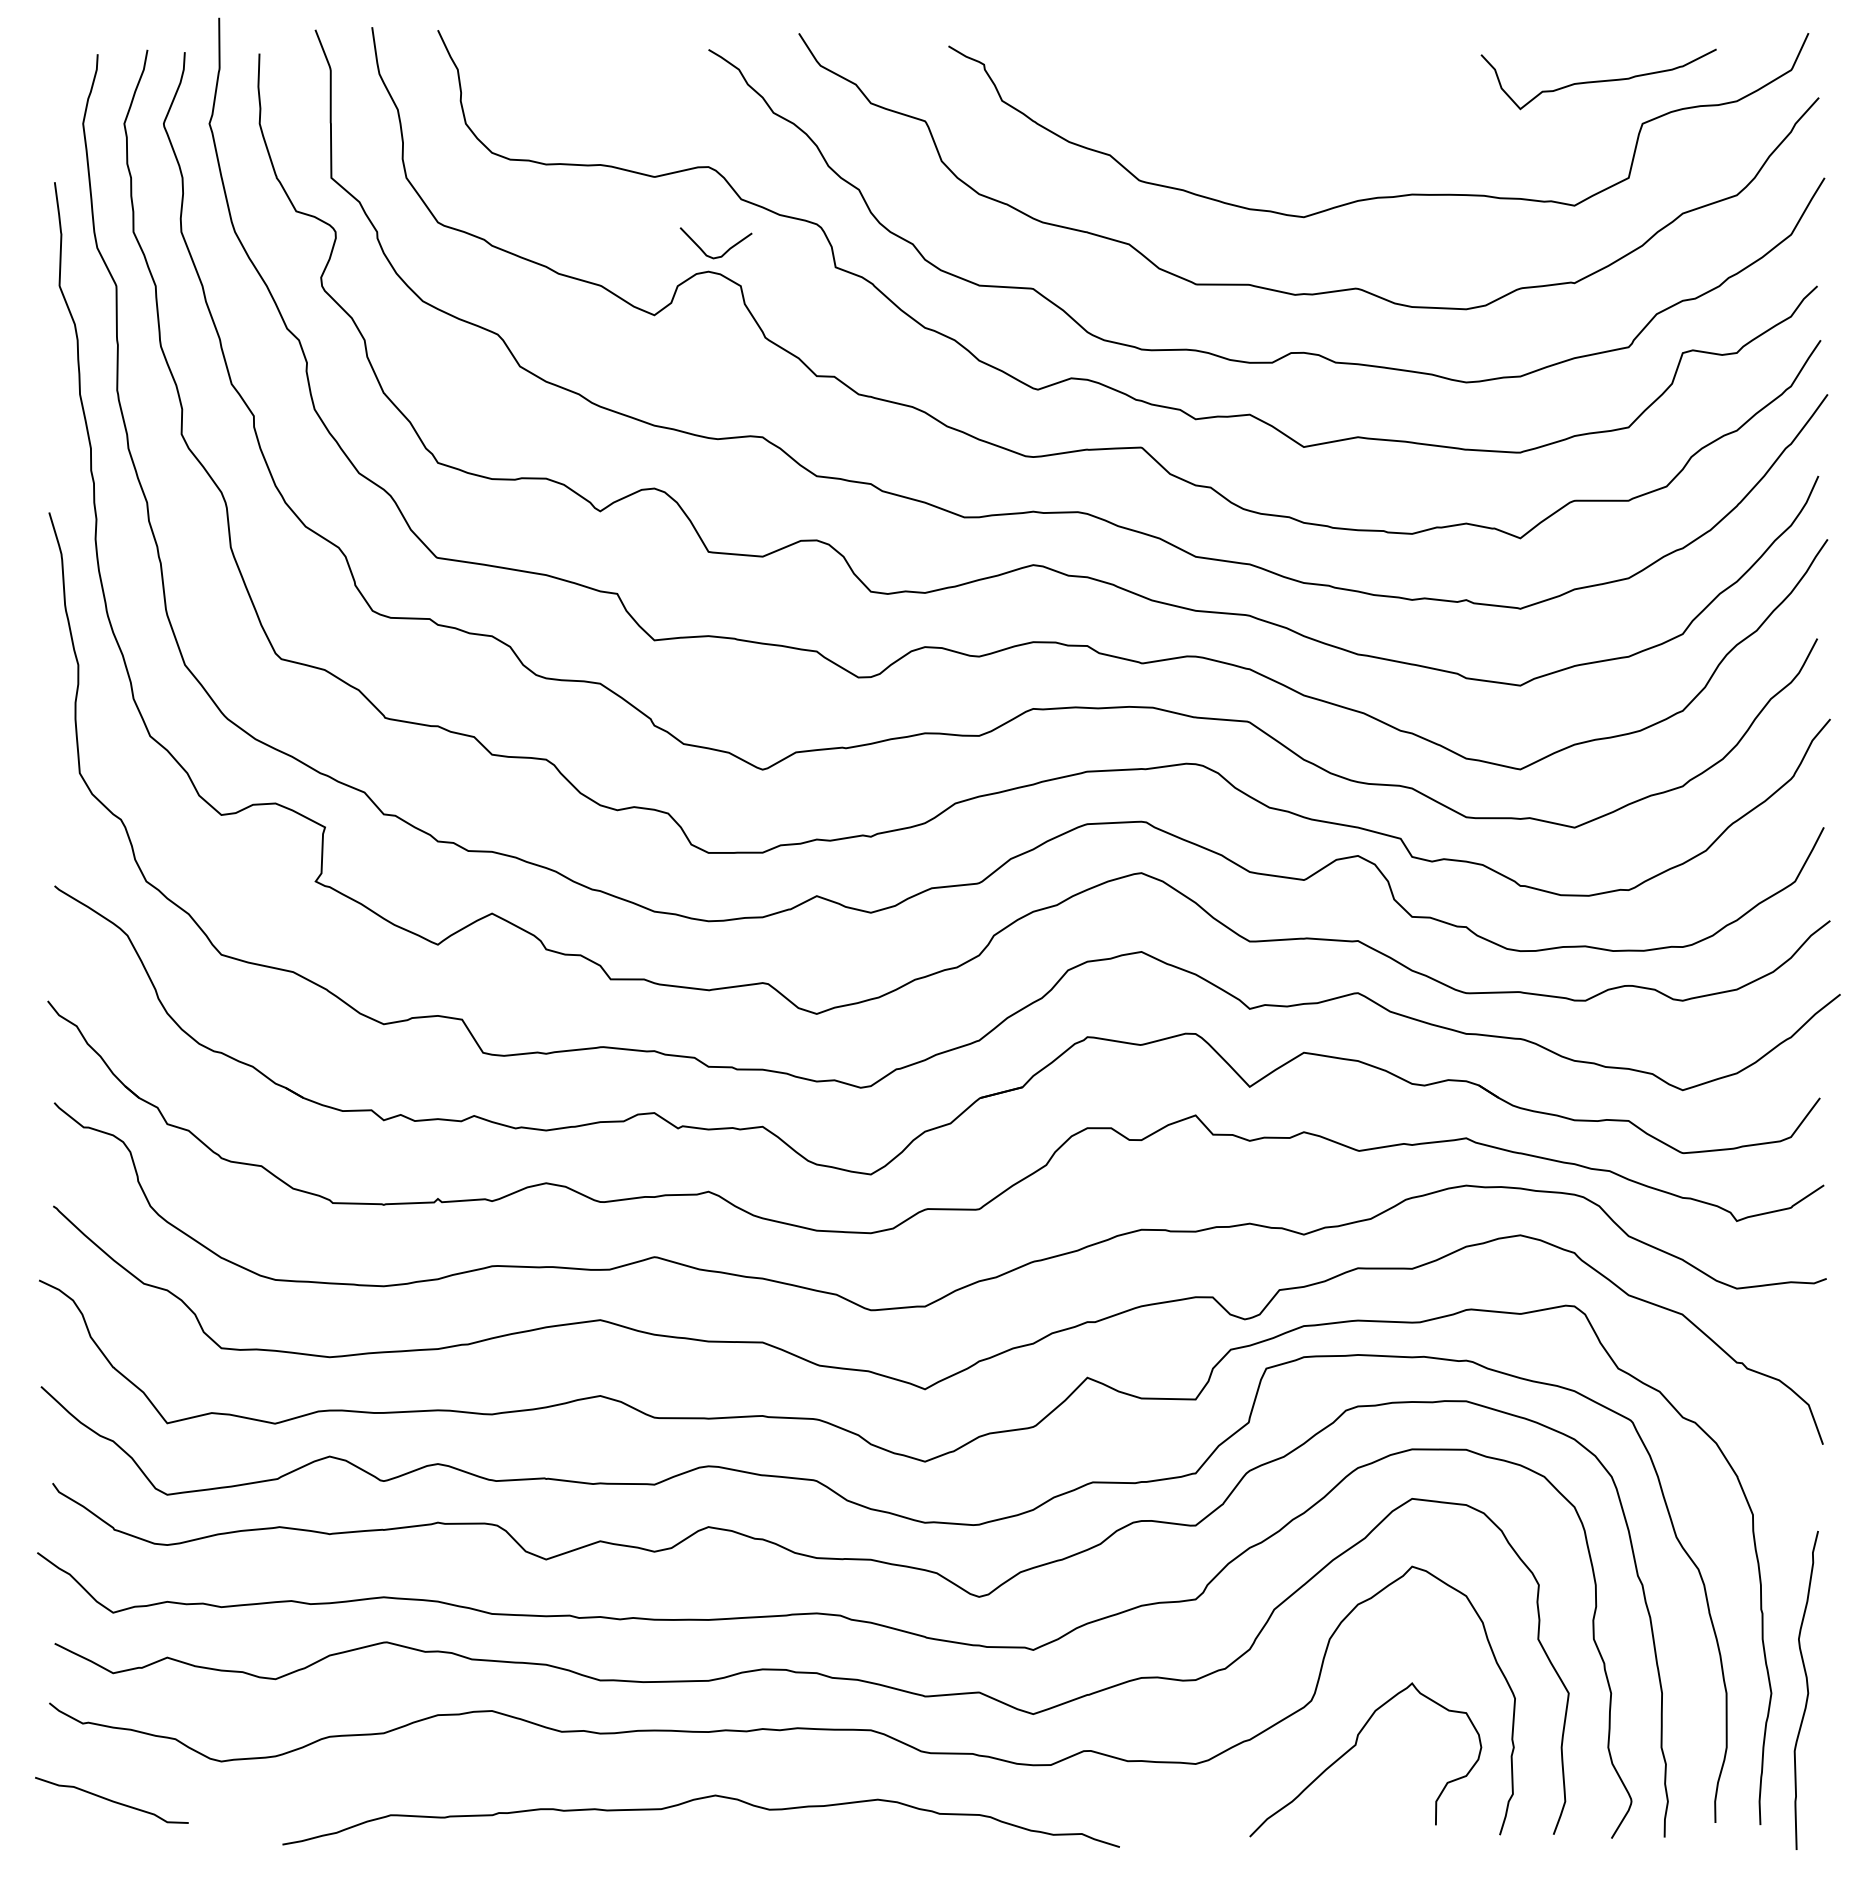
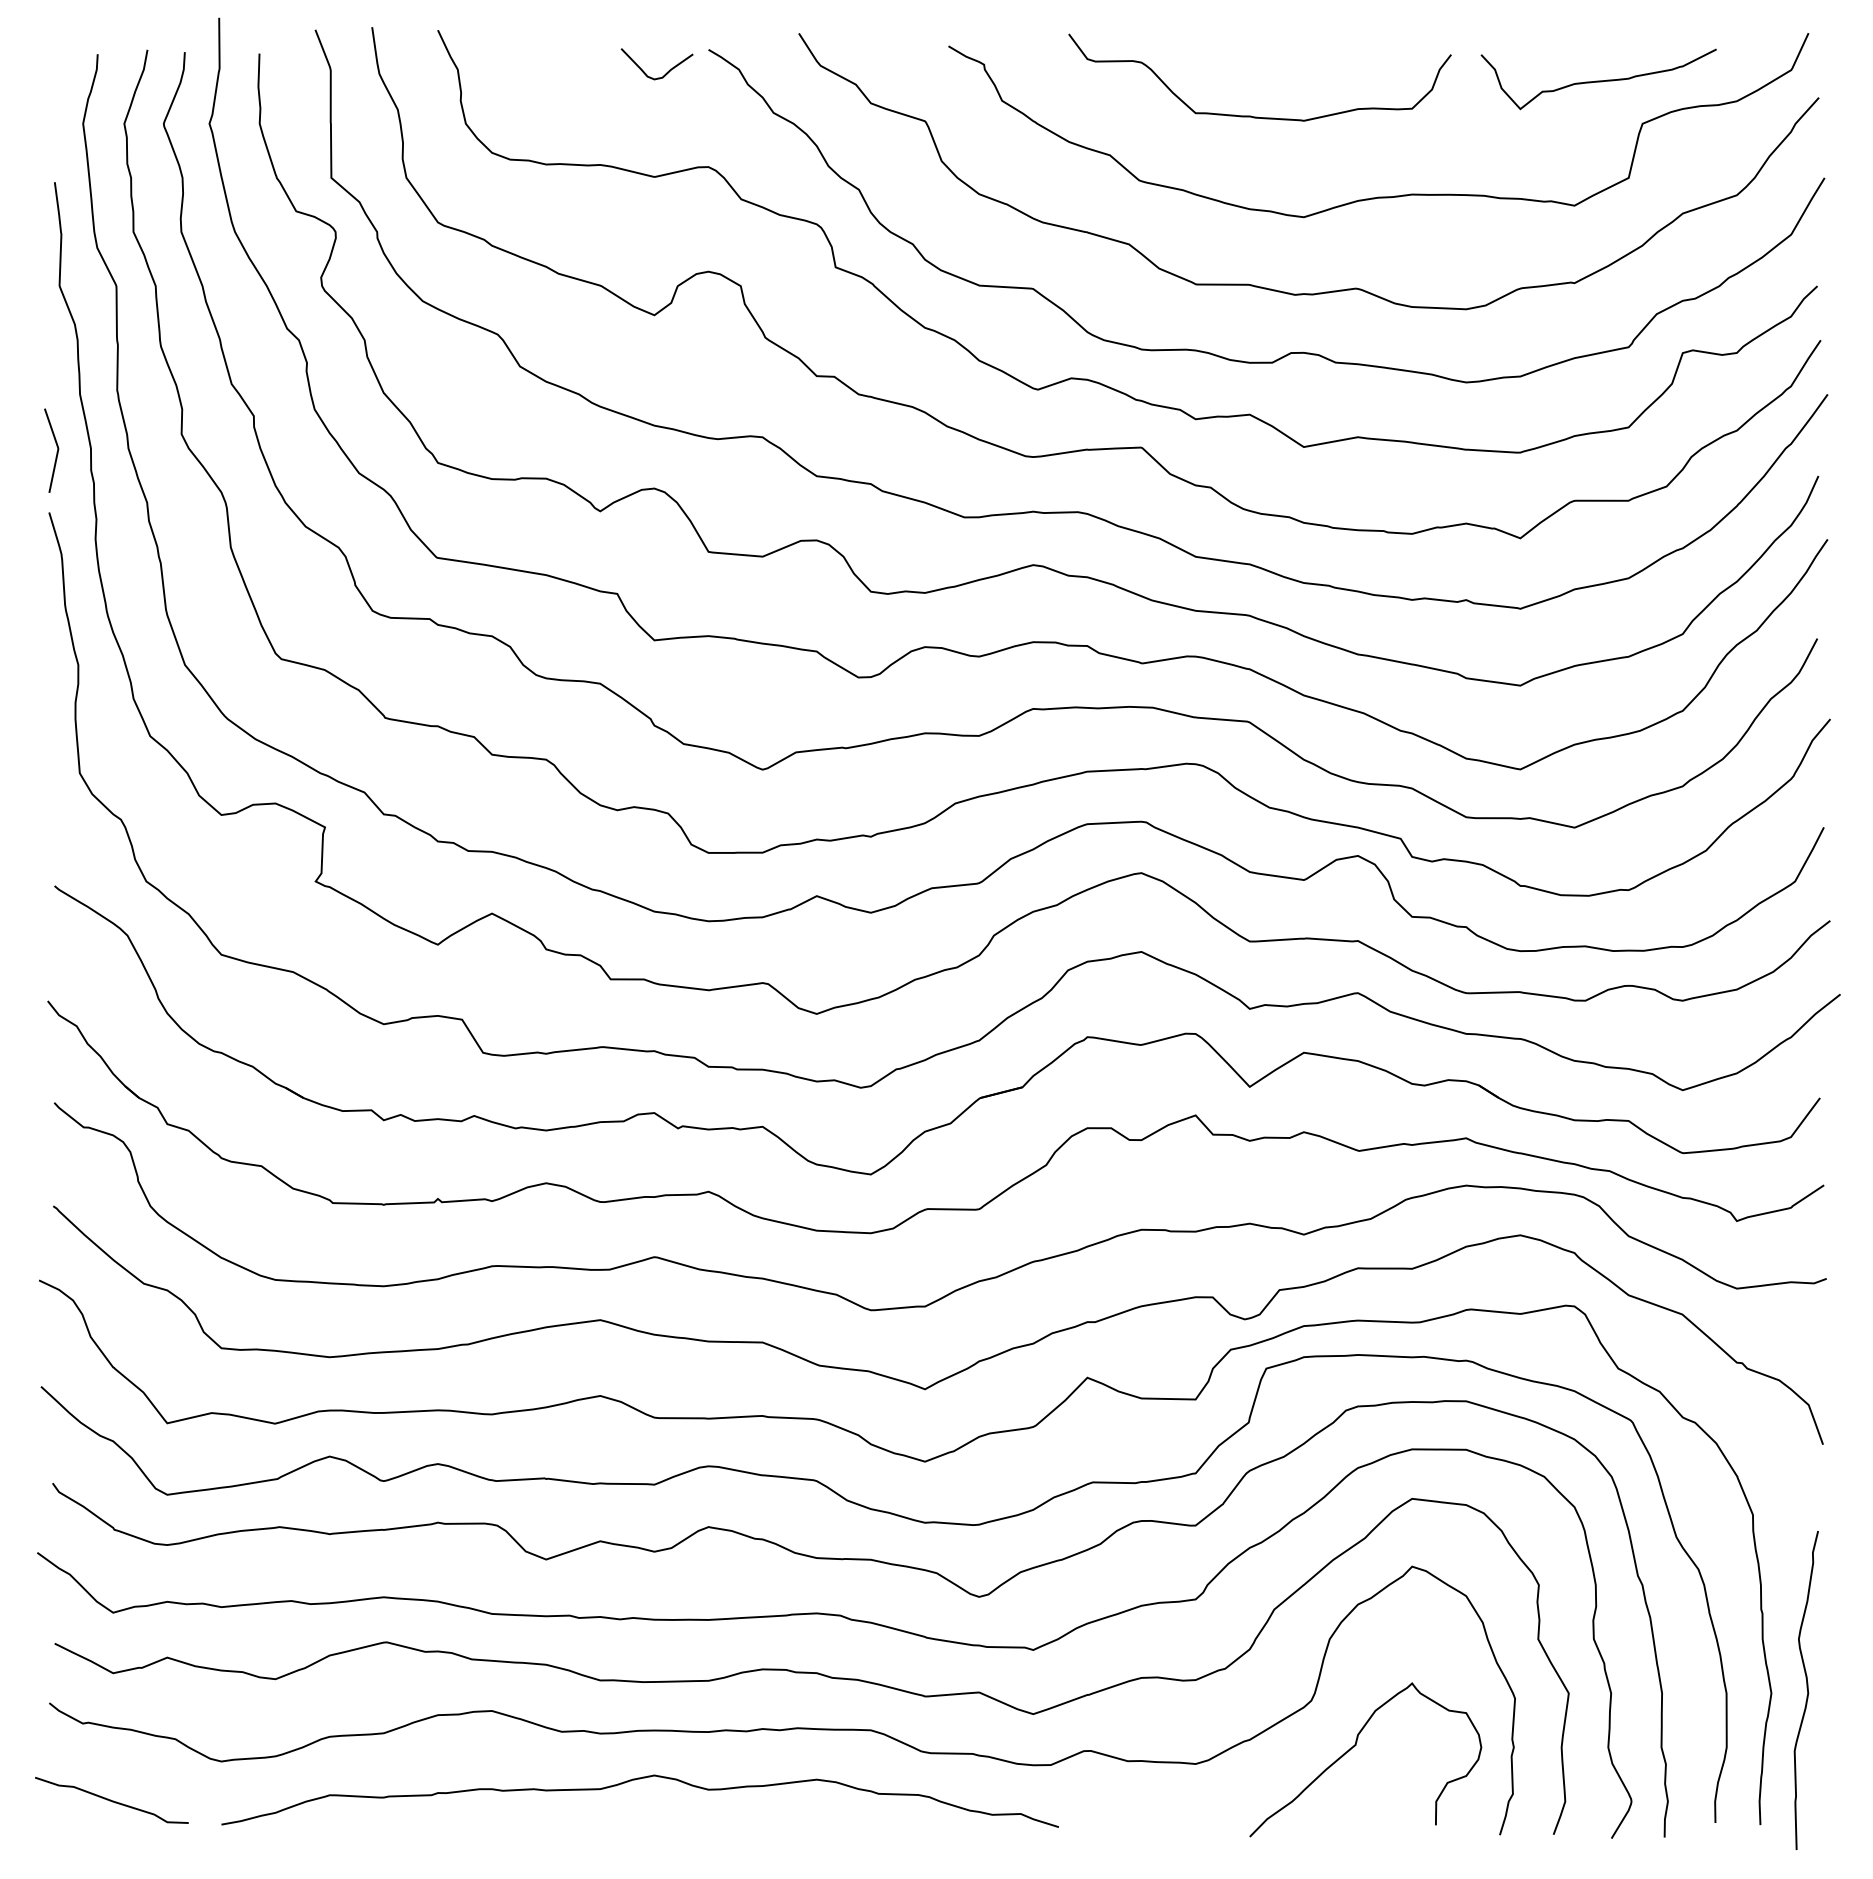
curve at (1251, 115): none -> present
curve at (724, 252) position: (724, 252) -> (665, 73)
line at (56, 452): none -> present
curve at (696, 1800) position: (696, 1800) -> (635, 1780)
